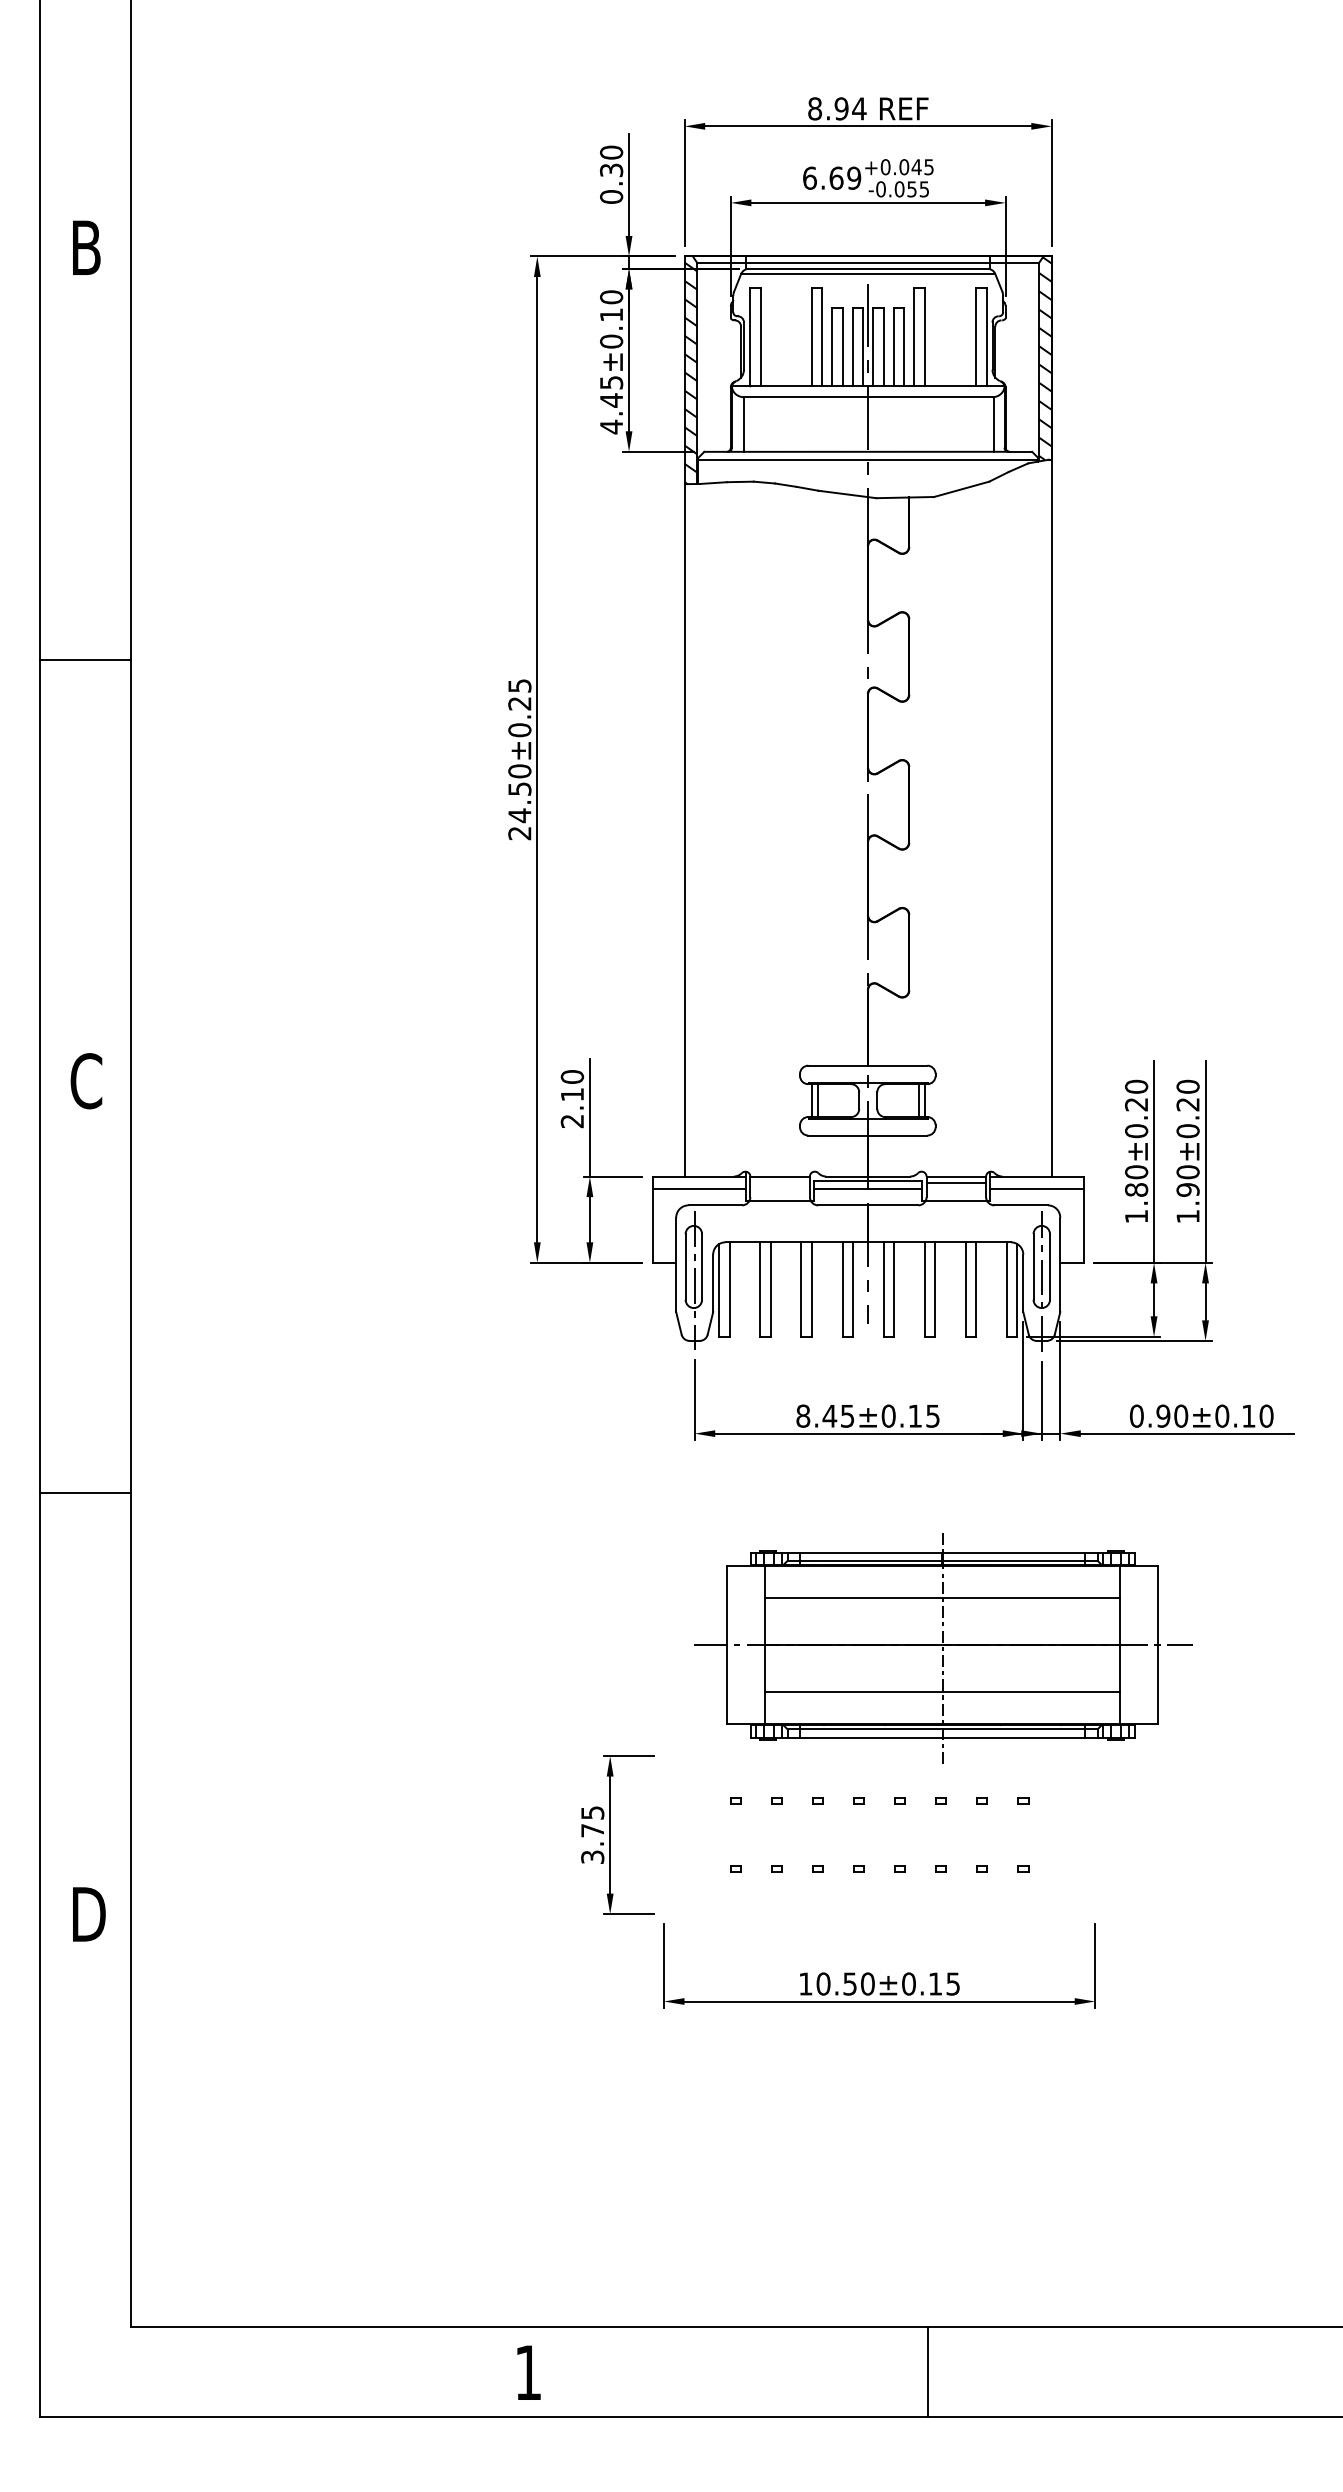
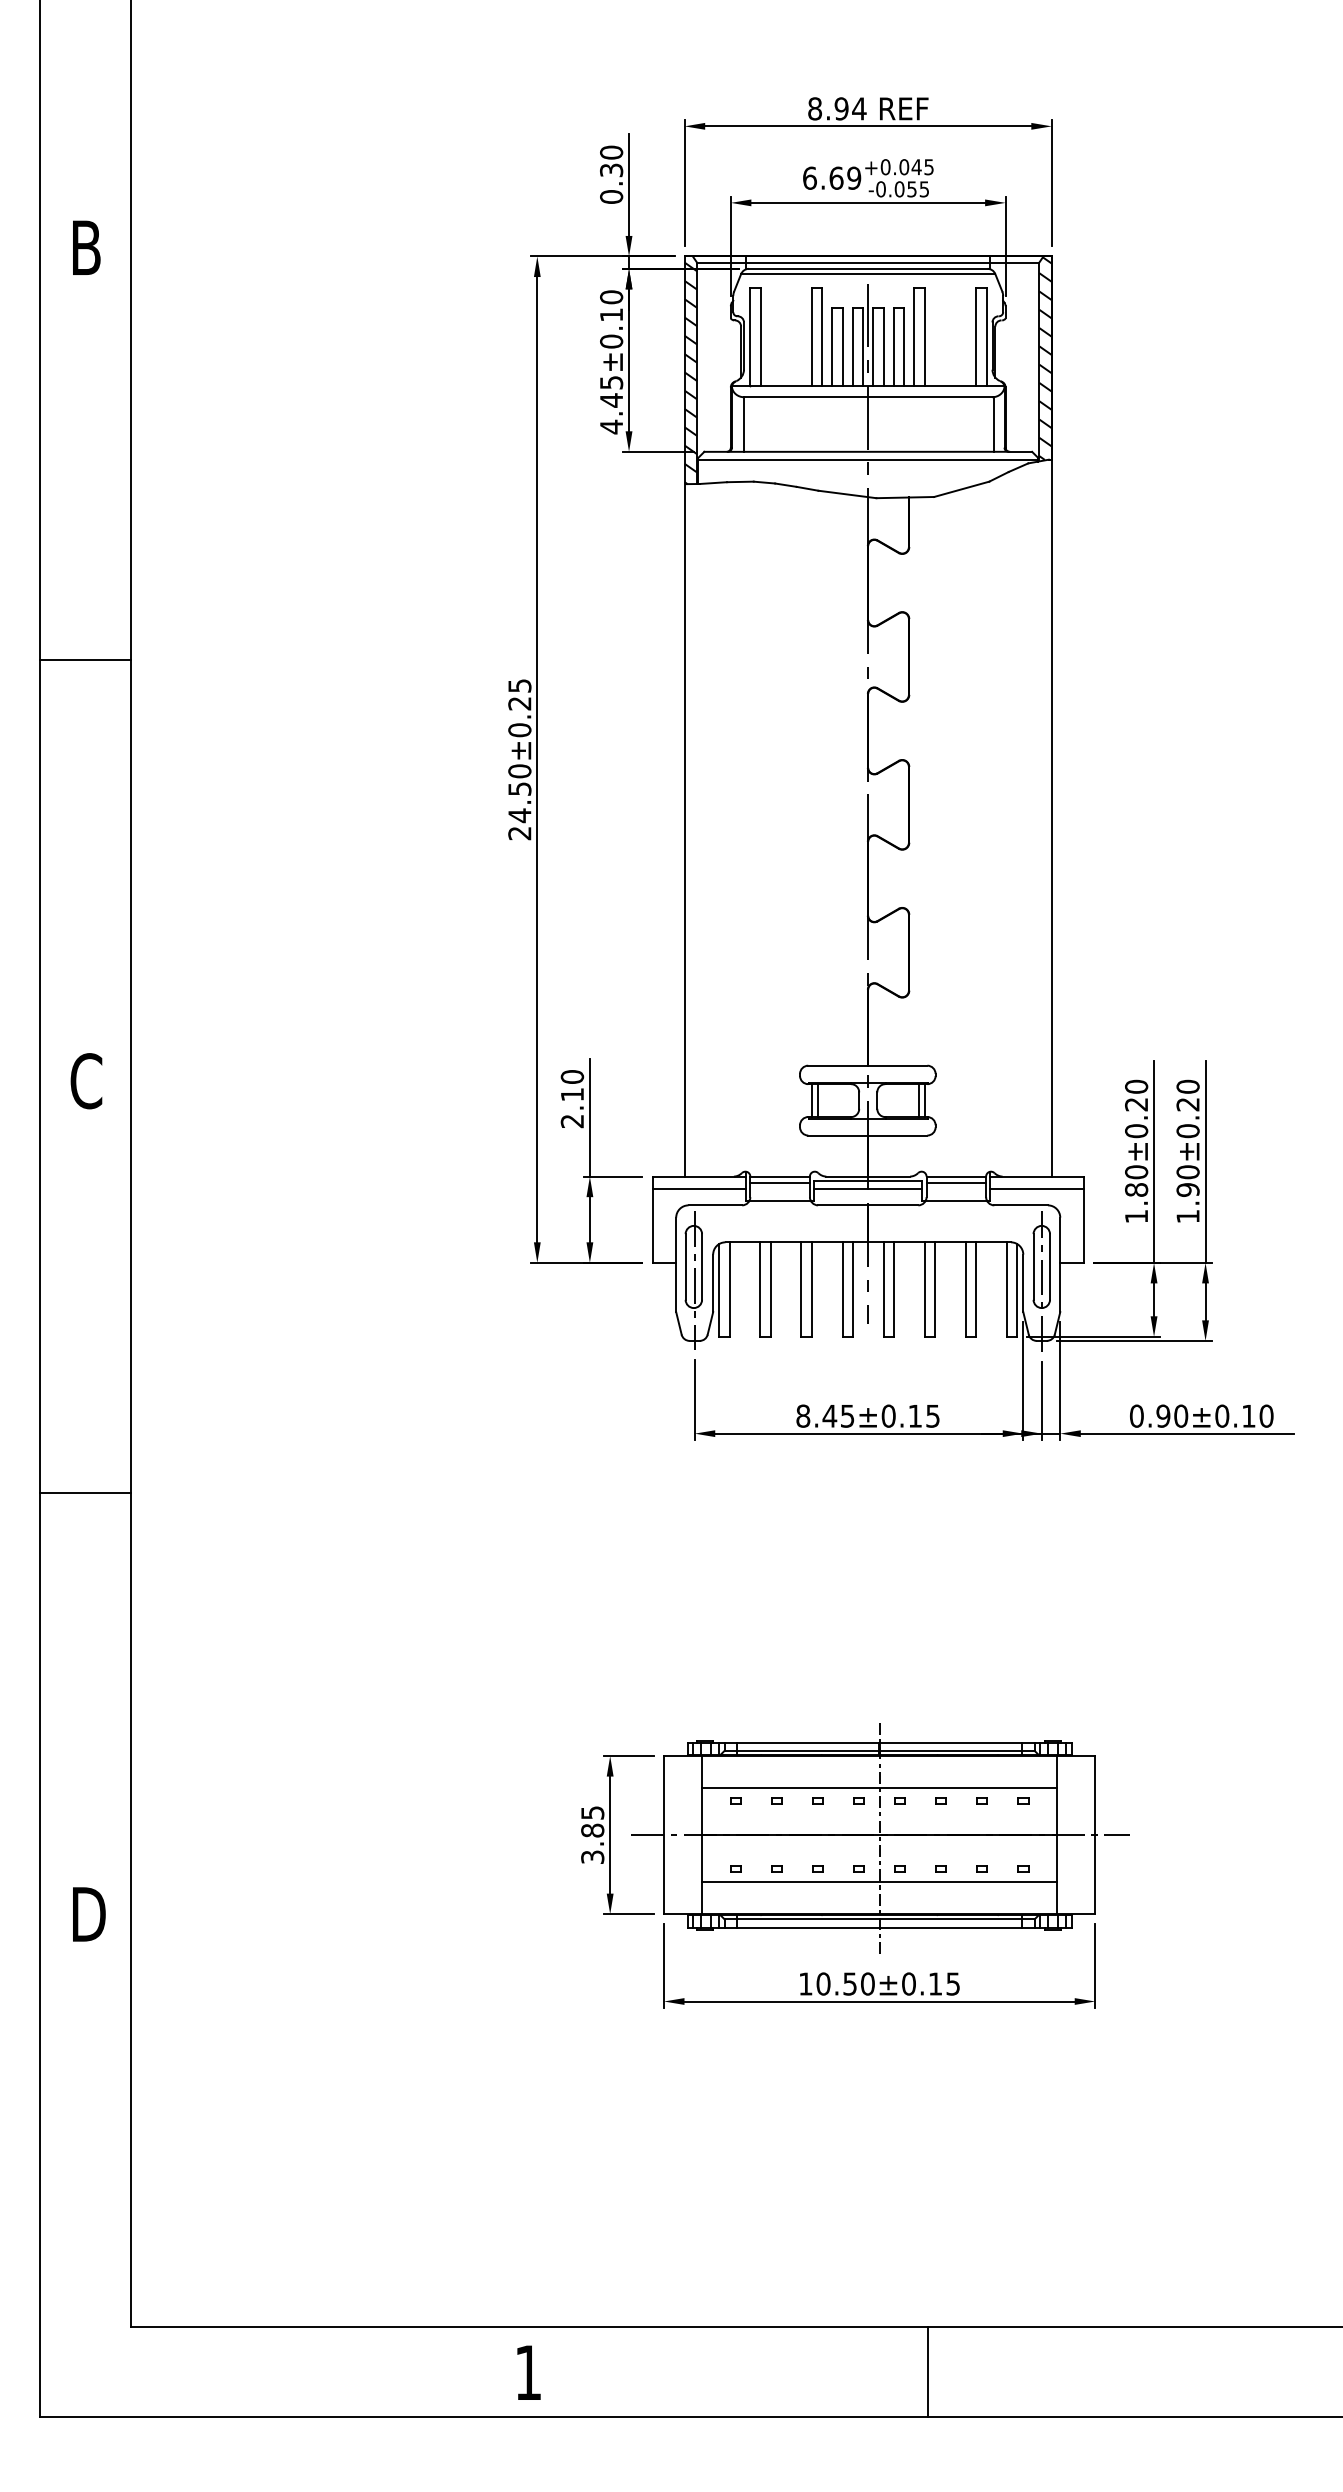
line at (779, 1182): none -> present
part at (943, 1648) position: (943, 1648) -> (880, 1838)
text at (592, 1830): 3.75 -> 3.85
